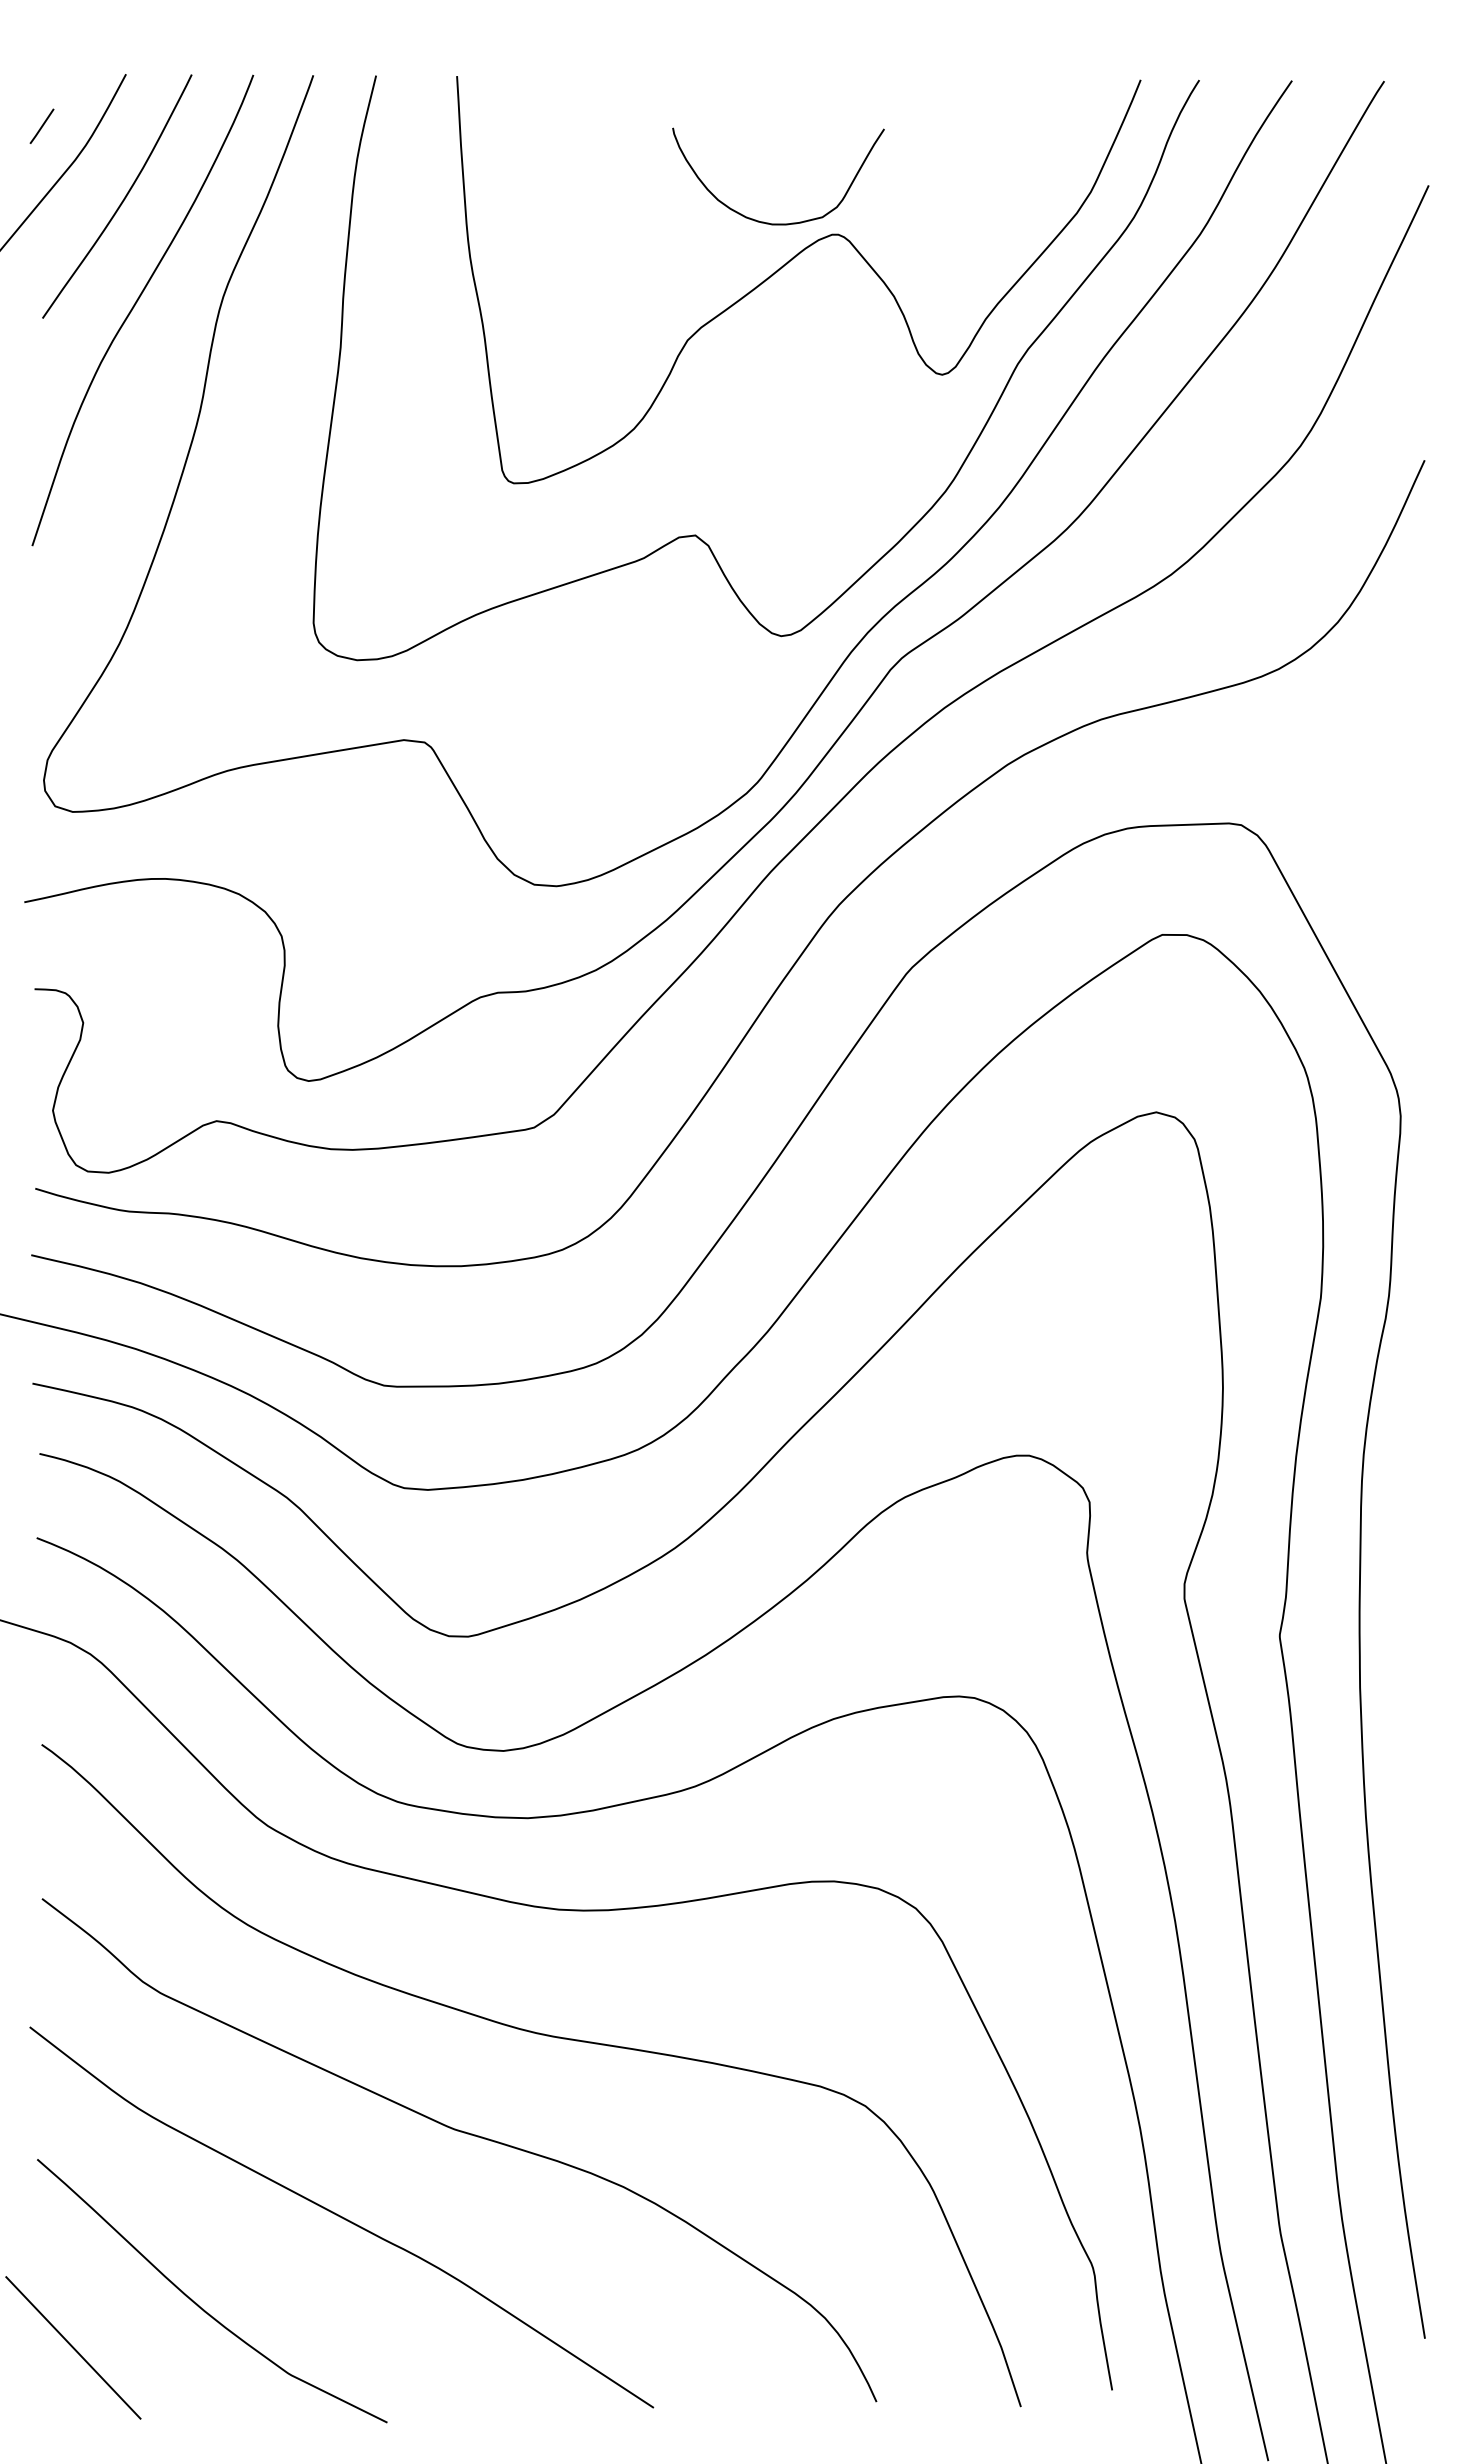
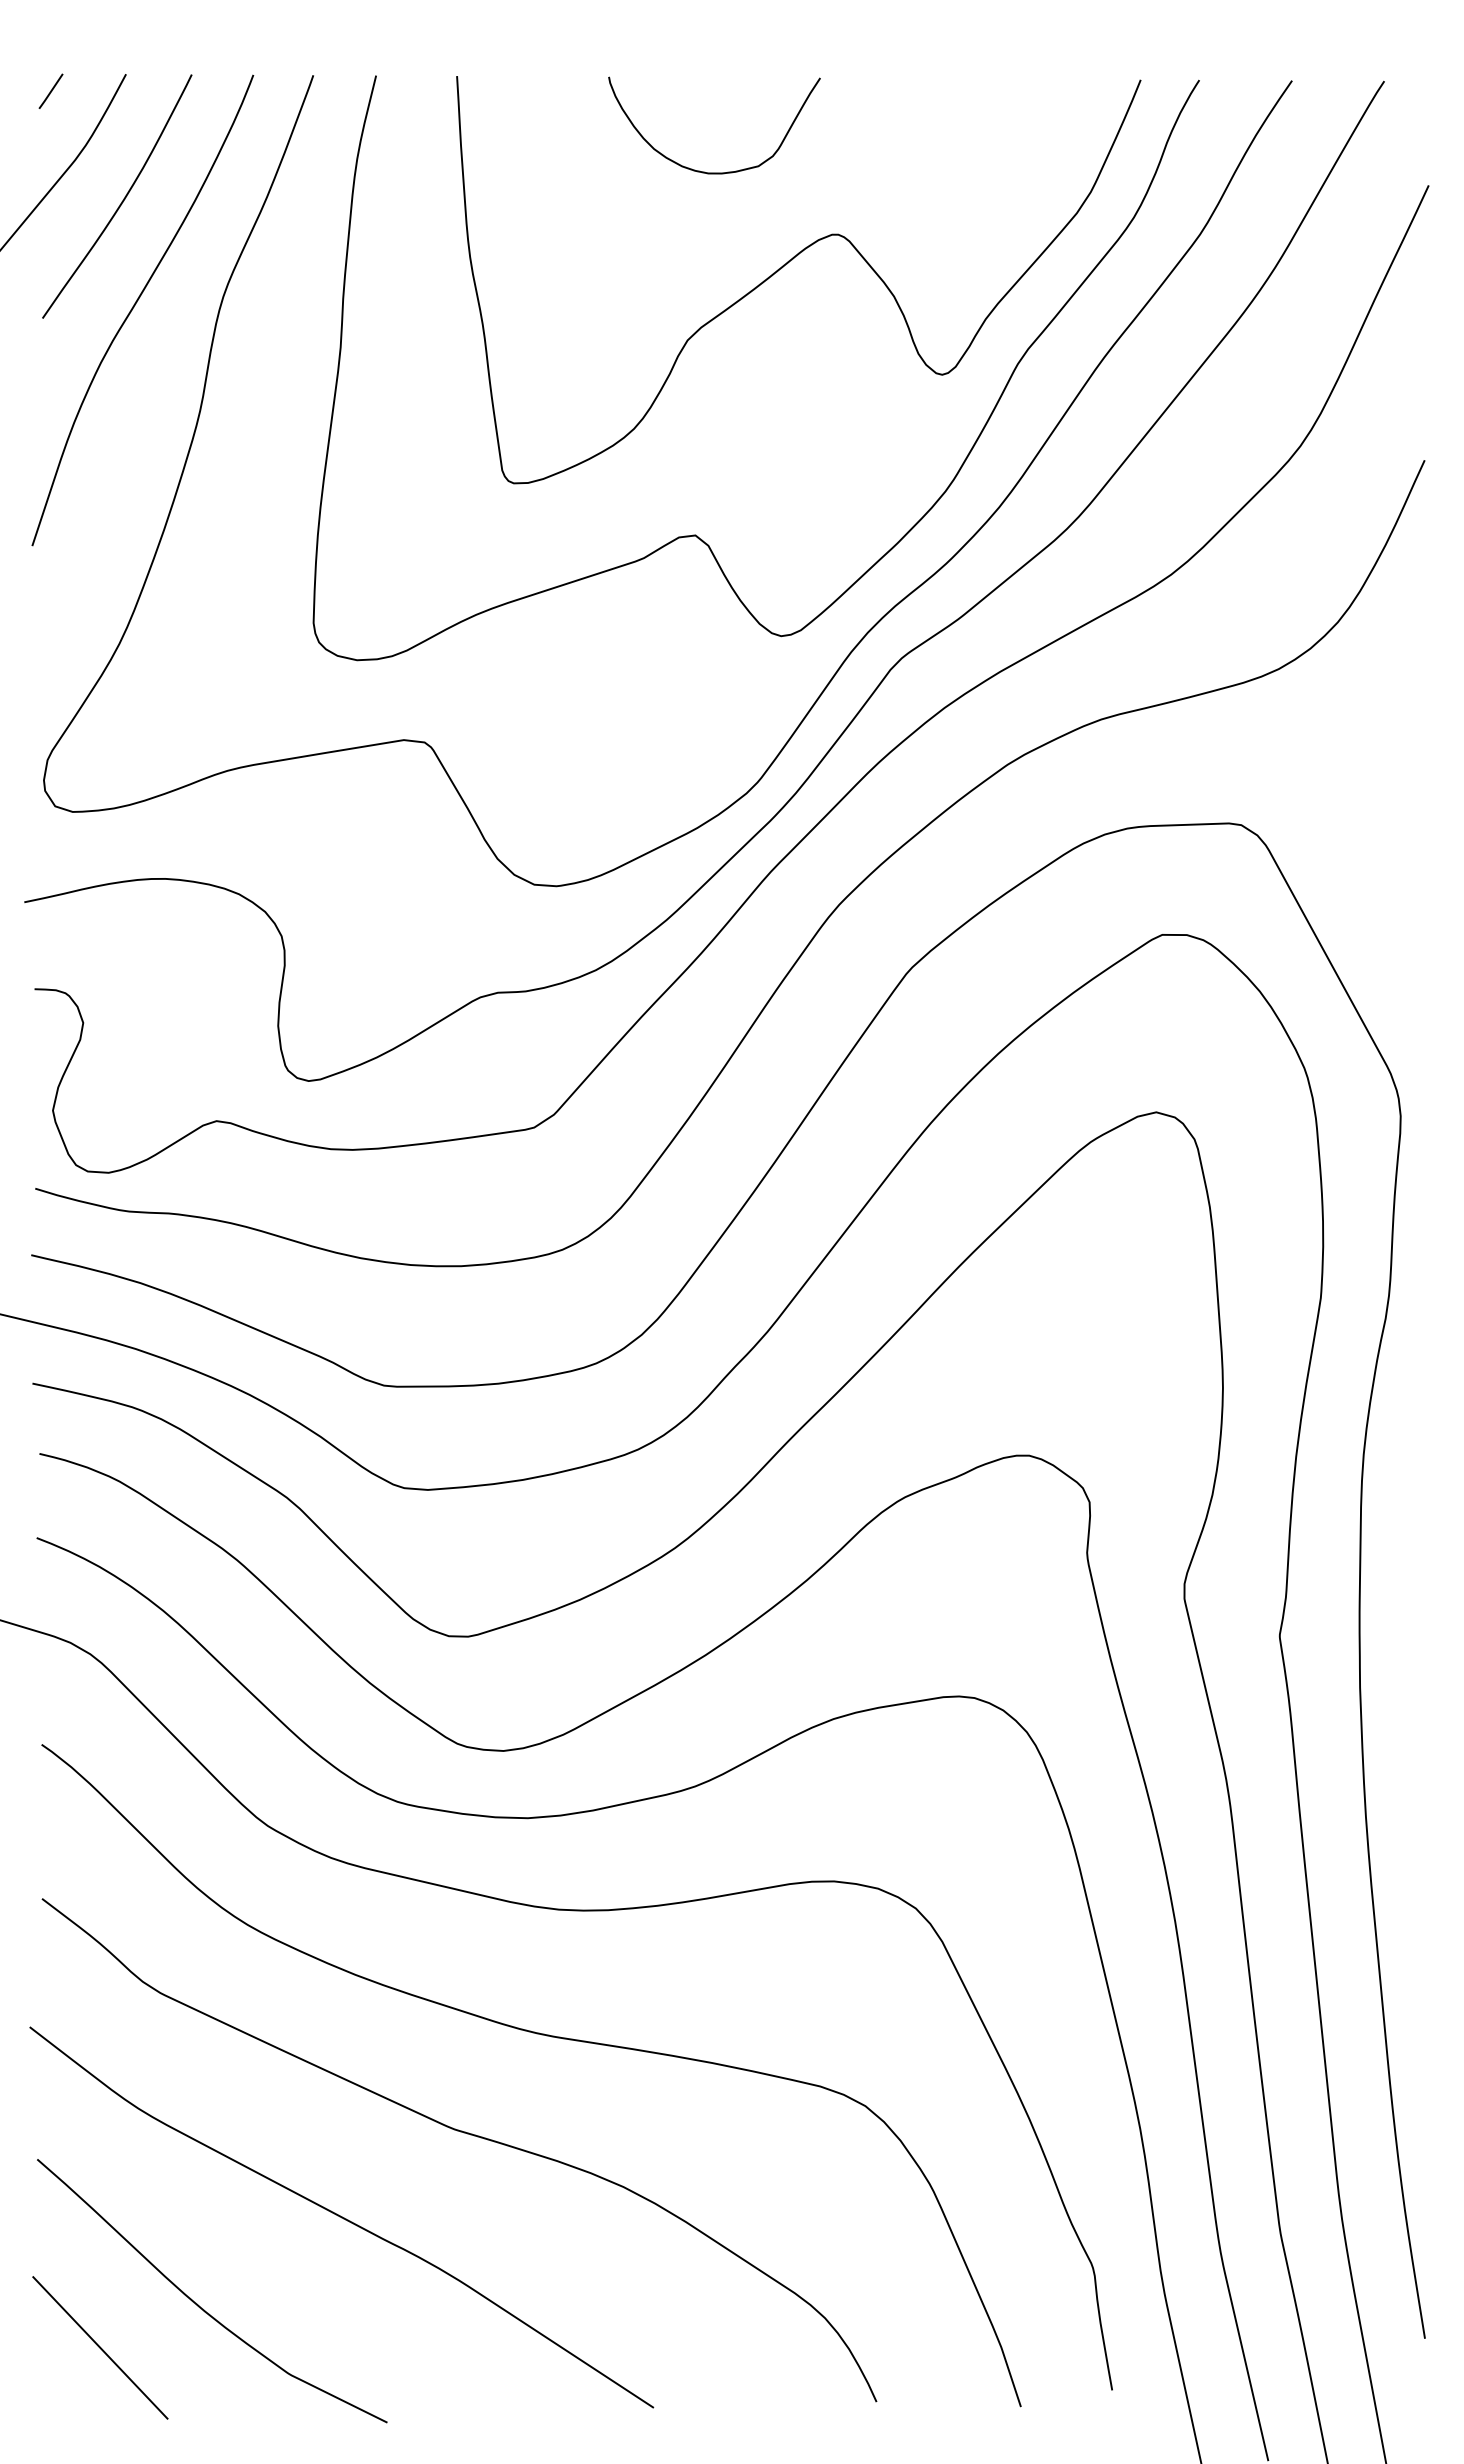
line at (41, 125) position: (41, 125) -> (50, 90)
curve at (778, 223) position: (778, 223) -> (714, 172)
line at (73, 2347) position: (73, 2347) -> (100, 2347)
